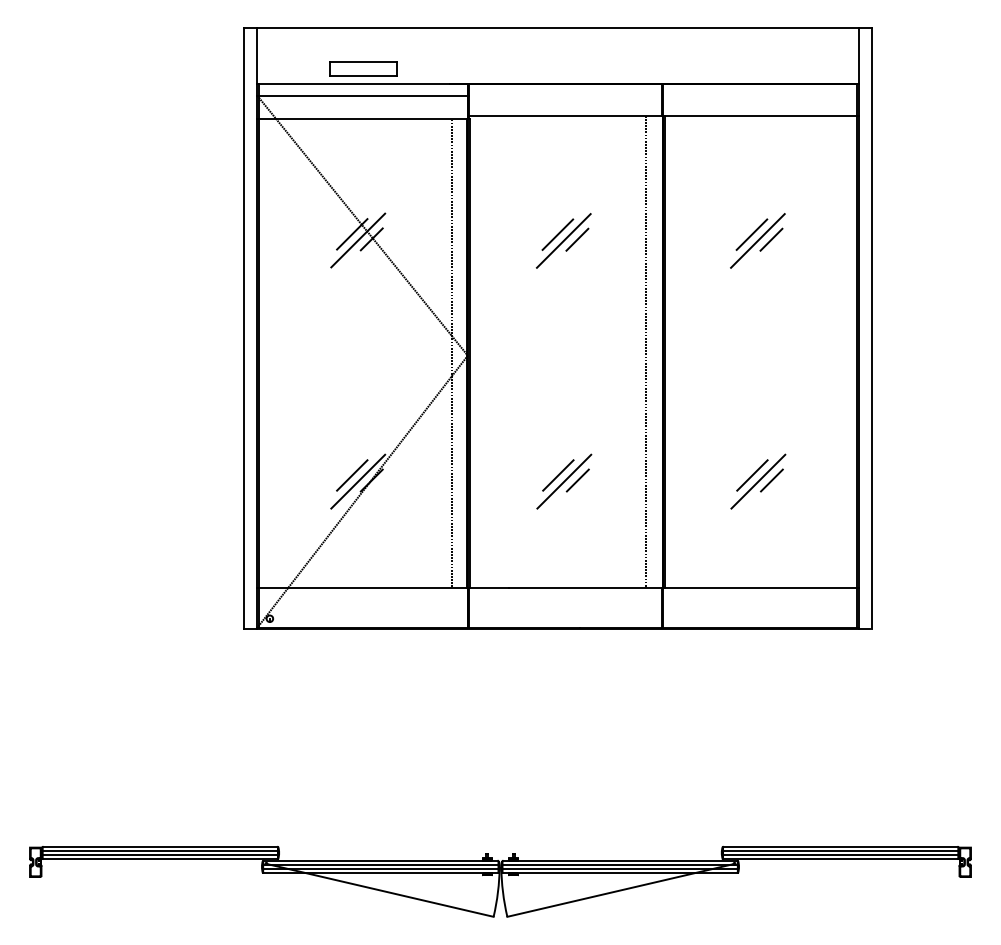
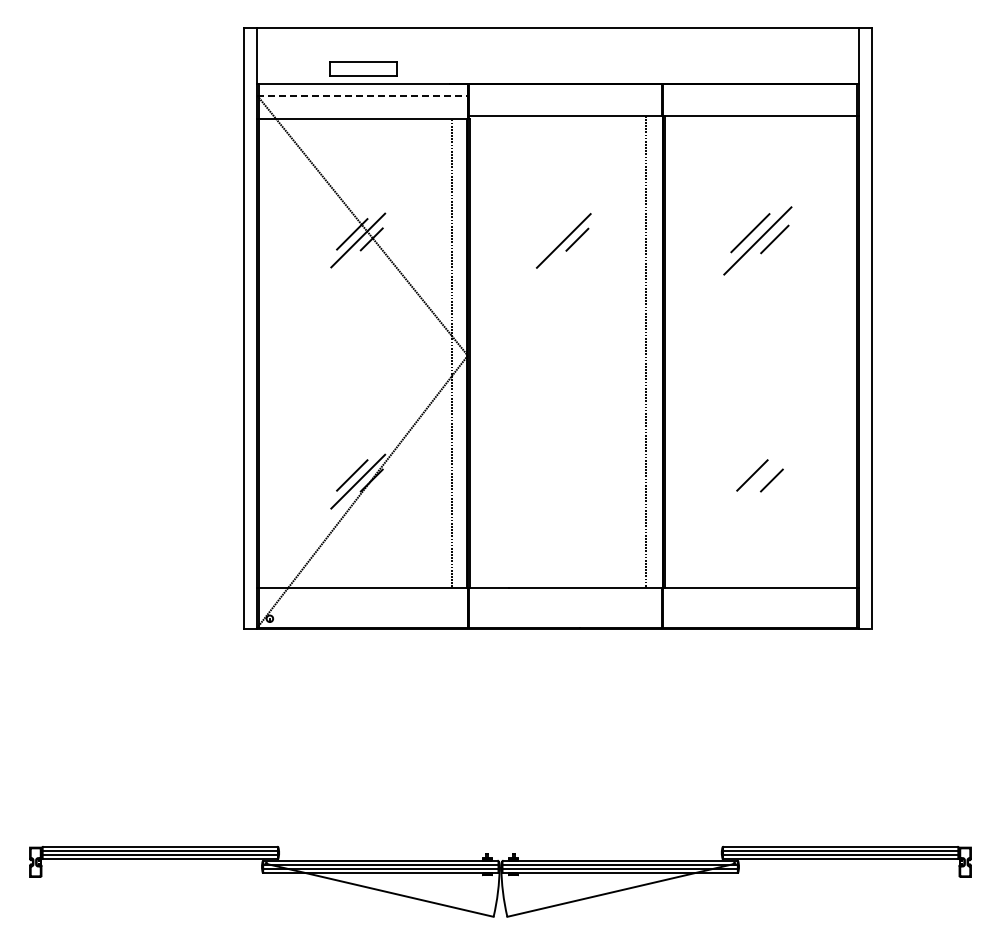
line at (363, 95): solid -> dashed
line at (557, 234): present -> none
part at (757, 240) size: 56x56 px -> 70x70 px
part at (564, 481): present -> none
line at (758, 481): present -> none
